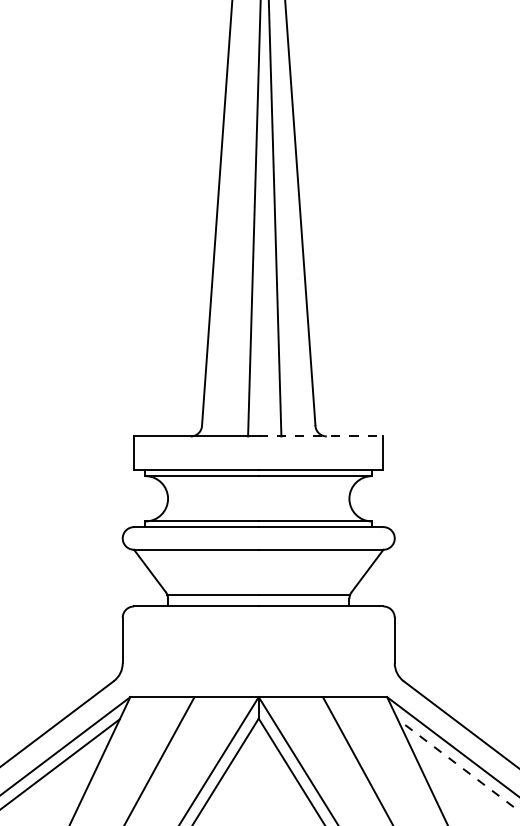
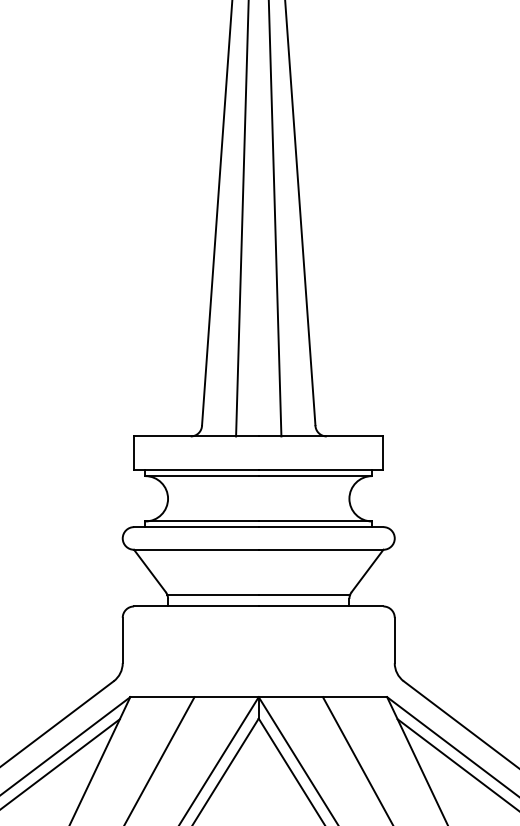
line at (254, 219) position: (254, 219) -> (242, 219)
line at (321, 436): dashed -> solid
line at (458, 765): dashed -> solid
